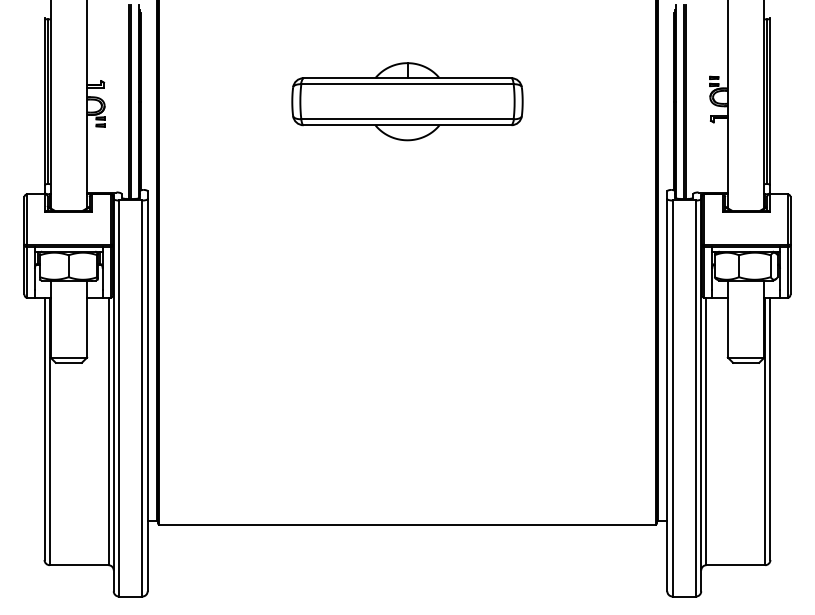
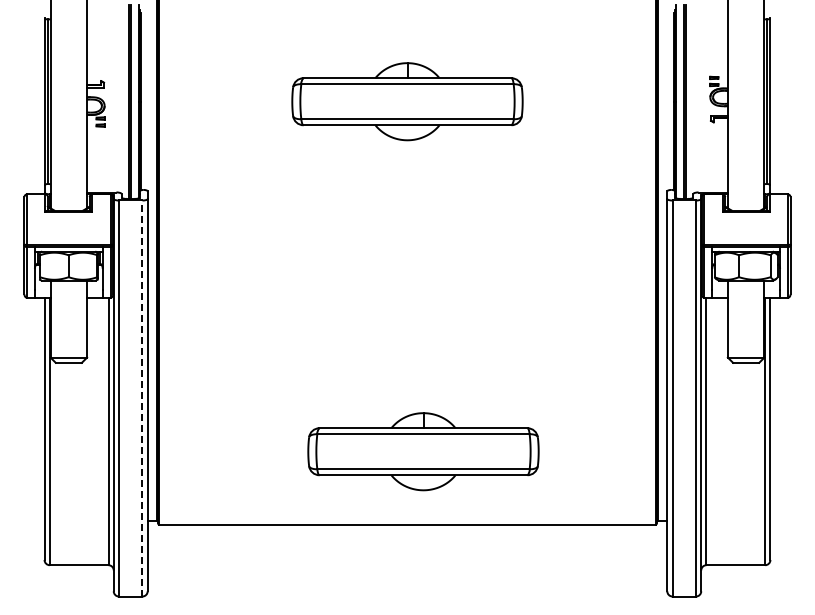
line at (142, 397): solid -> dashed
part at (423, 451): none -> present
